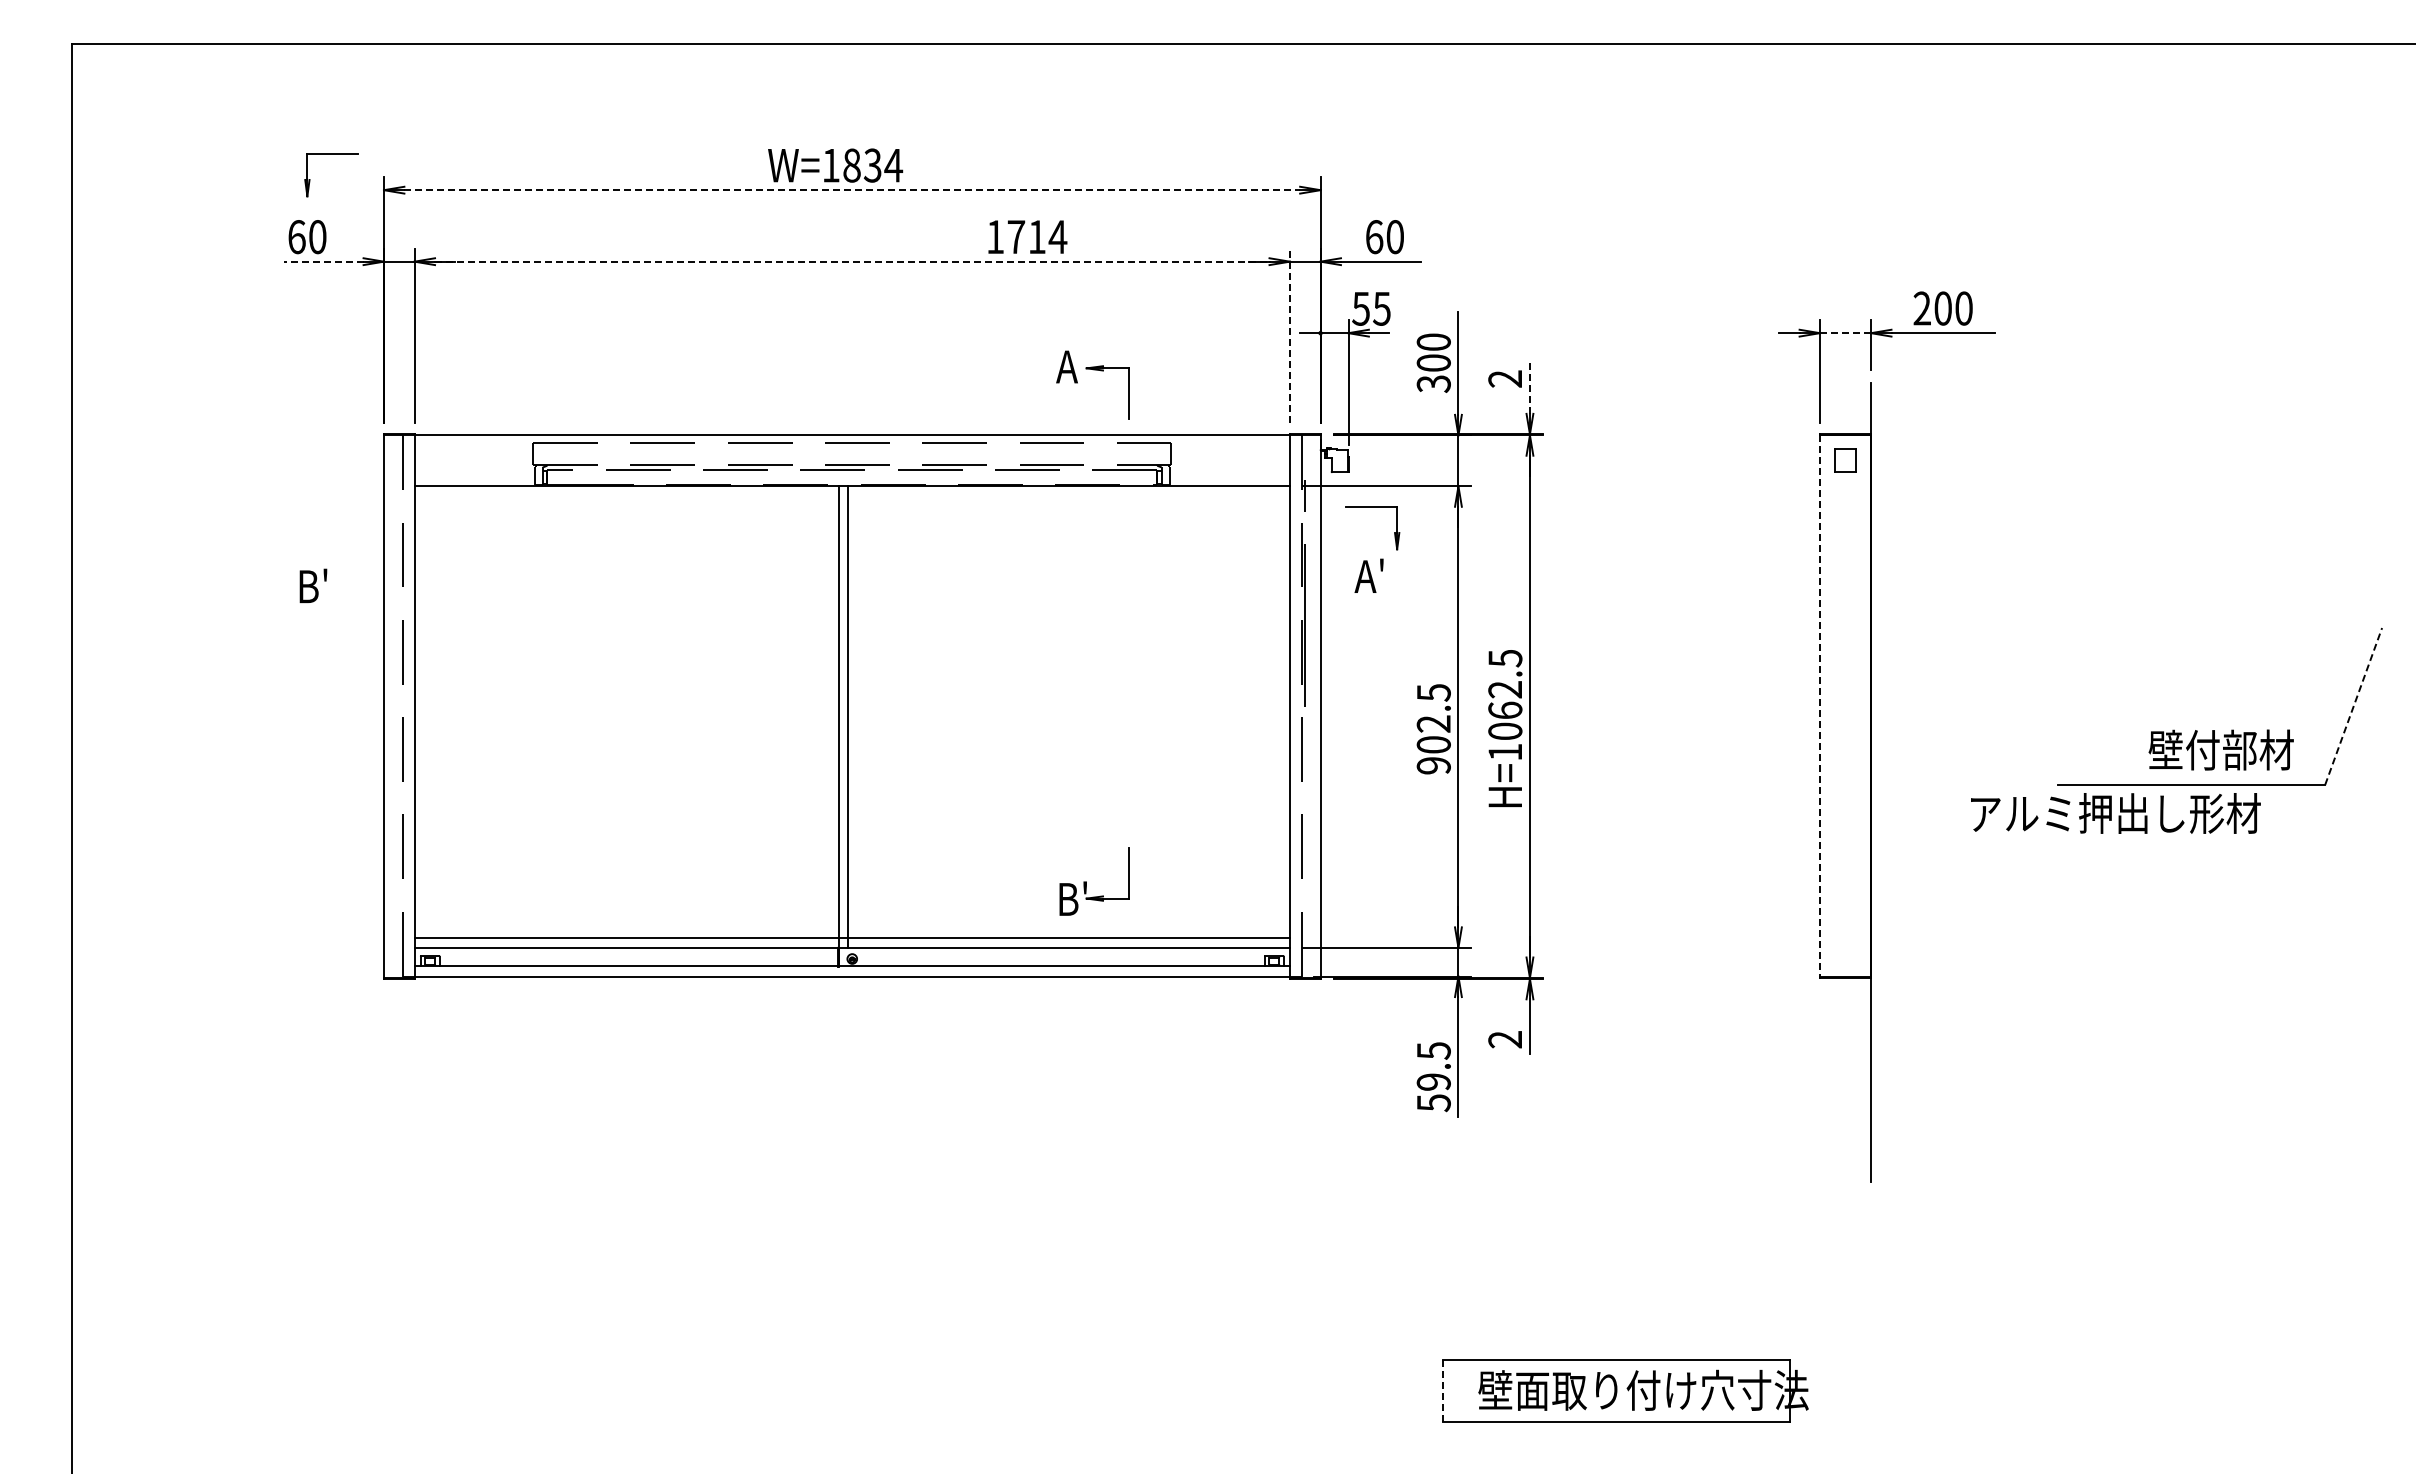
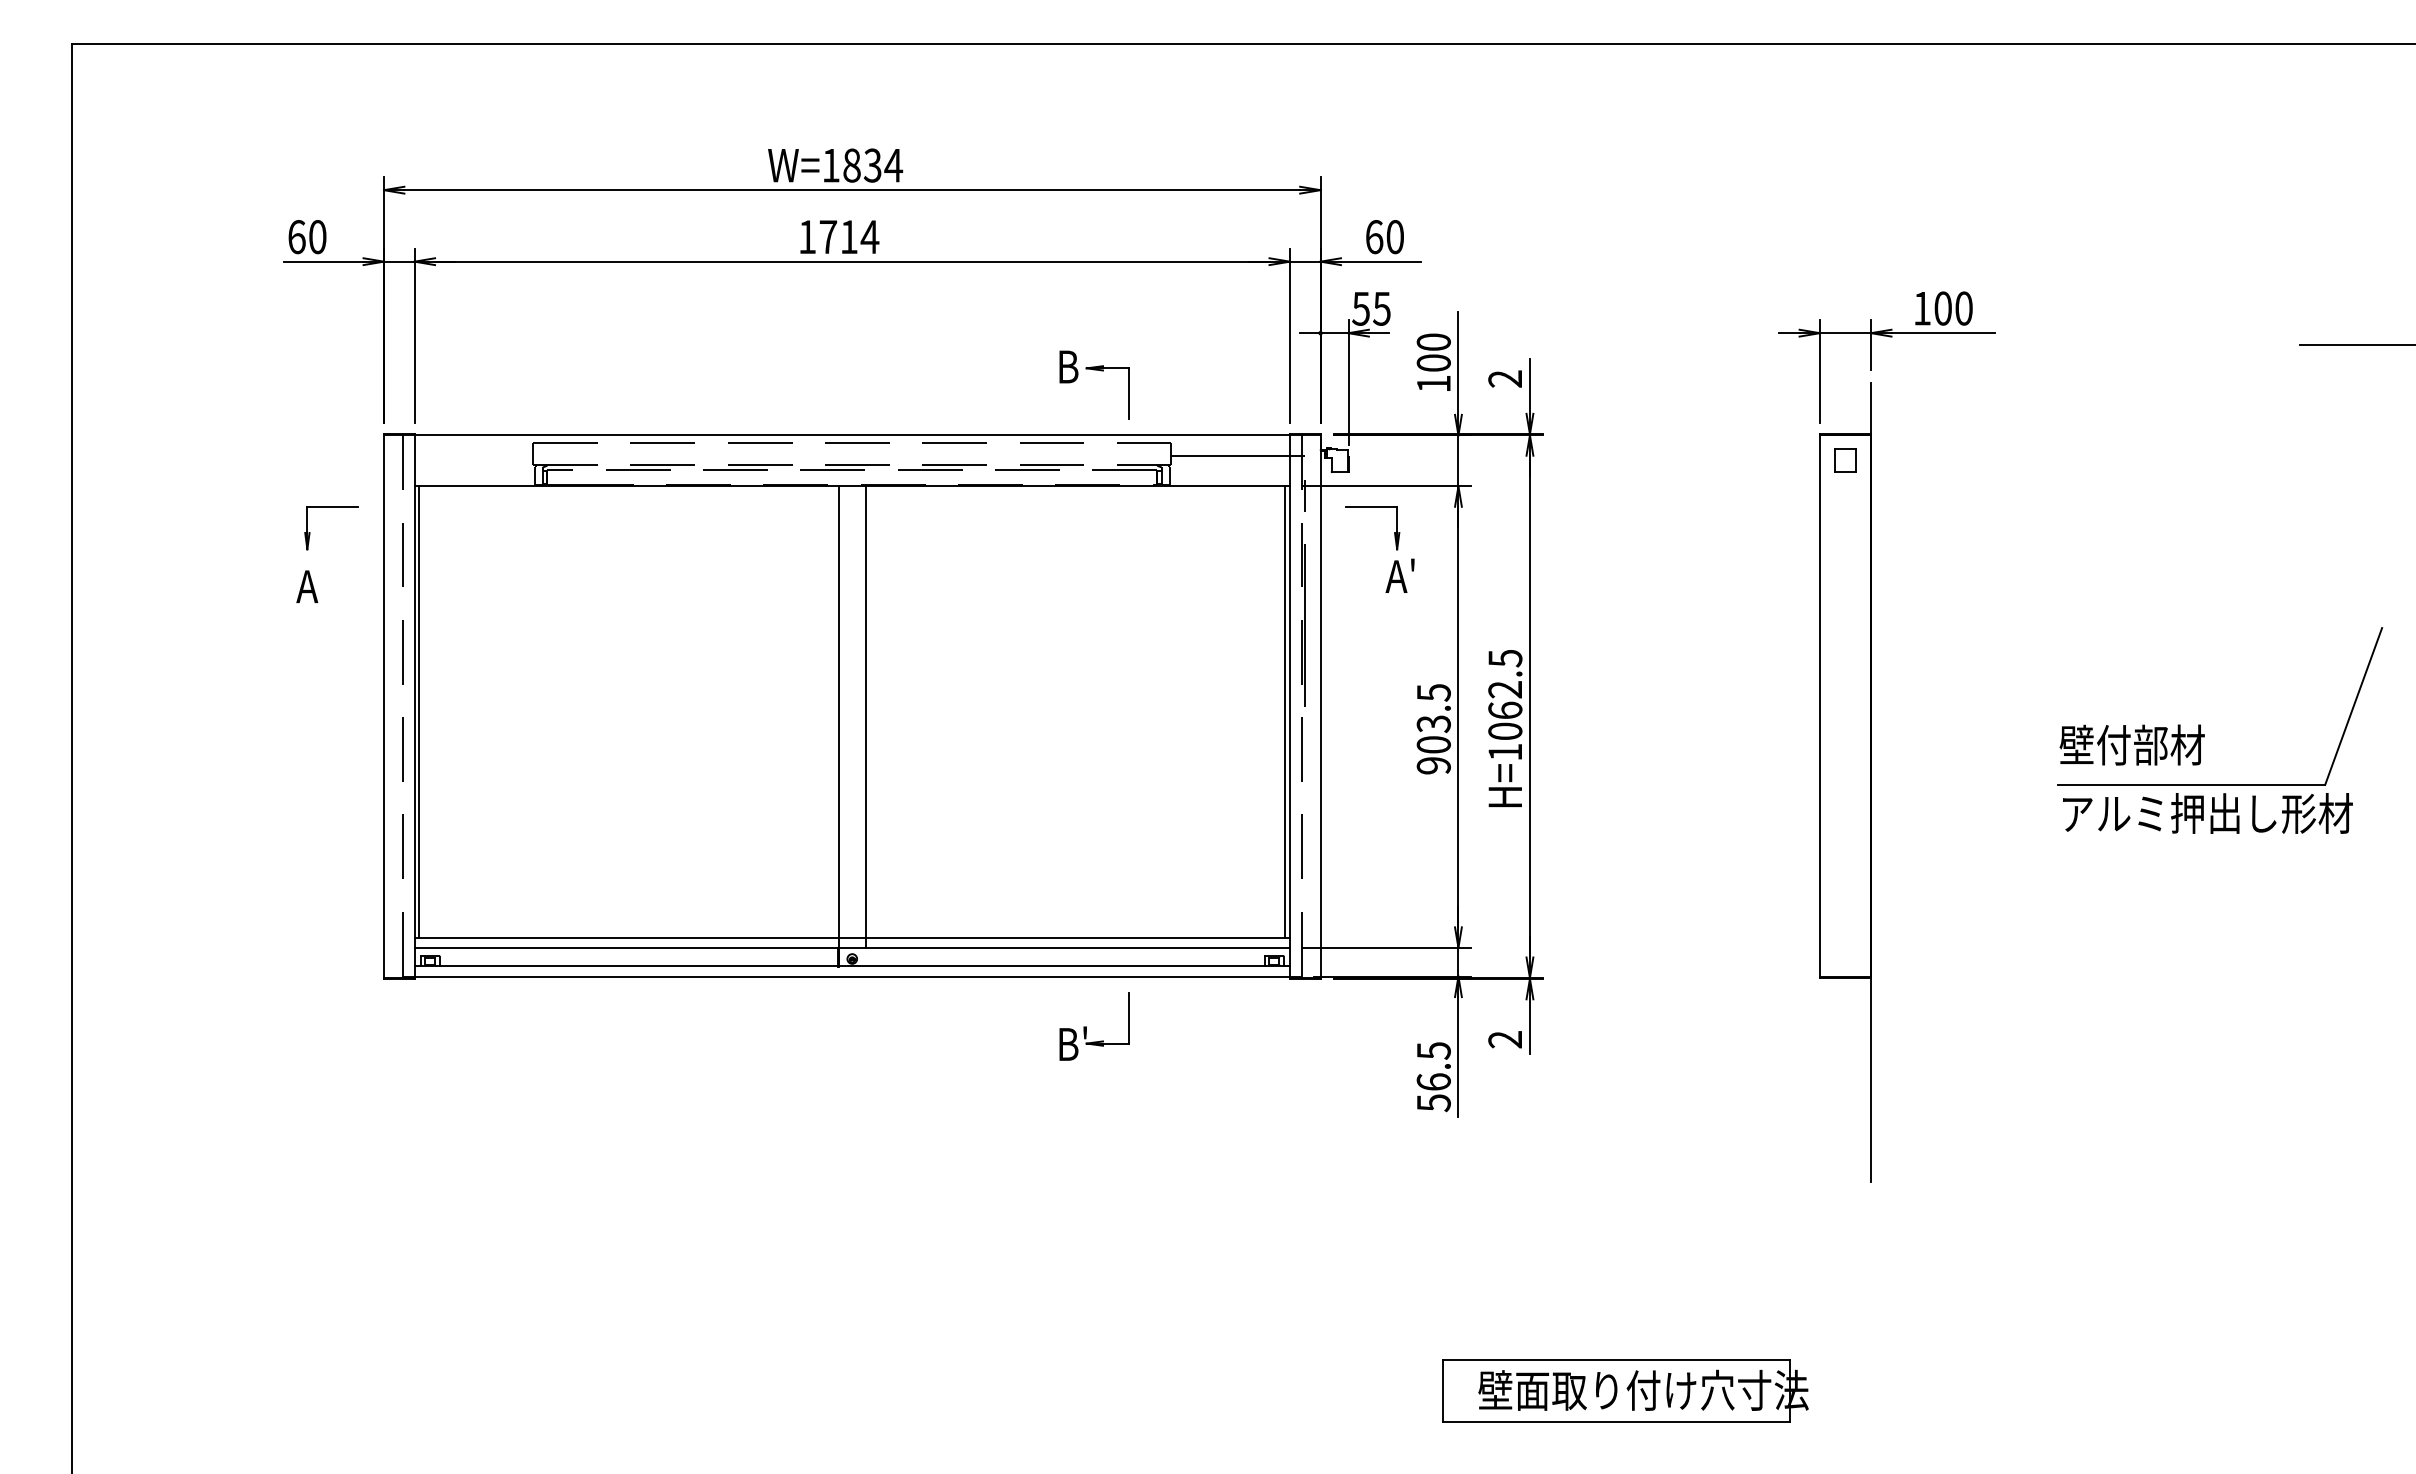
part at (331, 154) position: (331, 154) -> (331, 507)
line at (852, 190): dashed -> solid
text at (1027, 236) position: (1027, 236) -> (839, 236)
line at (323, 261): dashed -> solid
line at (852, 261): dashed -> solid
text at (1921, 308): 200 -> 100
line at (1845, 333): dashed -> solid
line at (1289, 335): dashed -> solid
line at (2355, 345): none -> present
text at (1067, 366): A -> B
text at (1433, 383): 300 -> 100
line at (1529, 385): dashed -> solid
line at (1238, 455): none -> present
text at (1368, 575) position: (1368, 575) -> (1399, 575)
text at (311, 585): B' -> A
line at (1820, 705): dashed -> solid
line at (2353, 706): dashed -> solid
line at (419, 712): none -> present
line at (1285, 712): none -> present
line at (847, 716) position: (847, 716) -> (865, 716)
text at (1433, 724): 902.5 -> 903.5
text at (2220, 749) position: (2220, 749) -> (2131, 744)
text at (2115, 813) position: (2115, 813) -> (2207, 813)
part at (1086, 881) position: (1086, 881) -> (1086, 1026)
text at (1433, 1081): 59.5 -> 56.5
line at (1443, 1390): dashed -> solid
